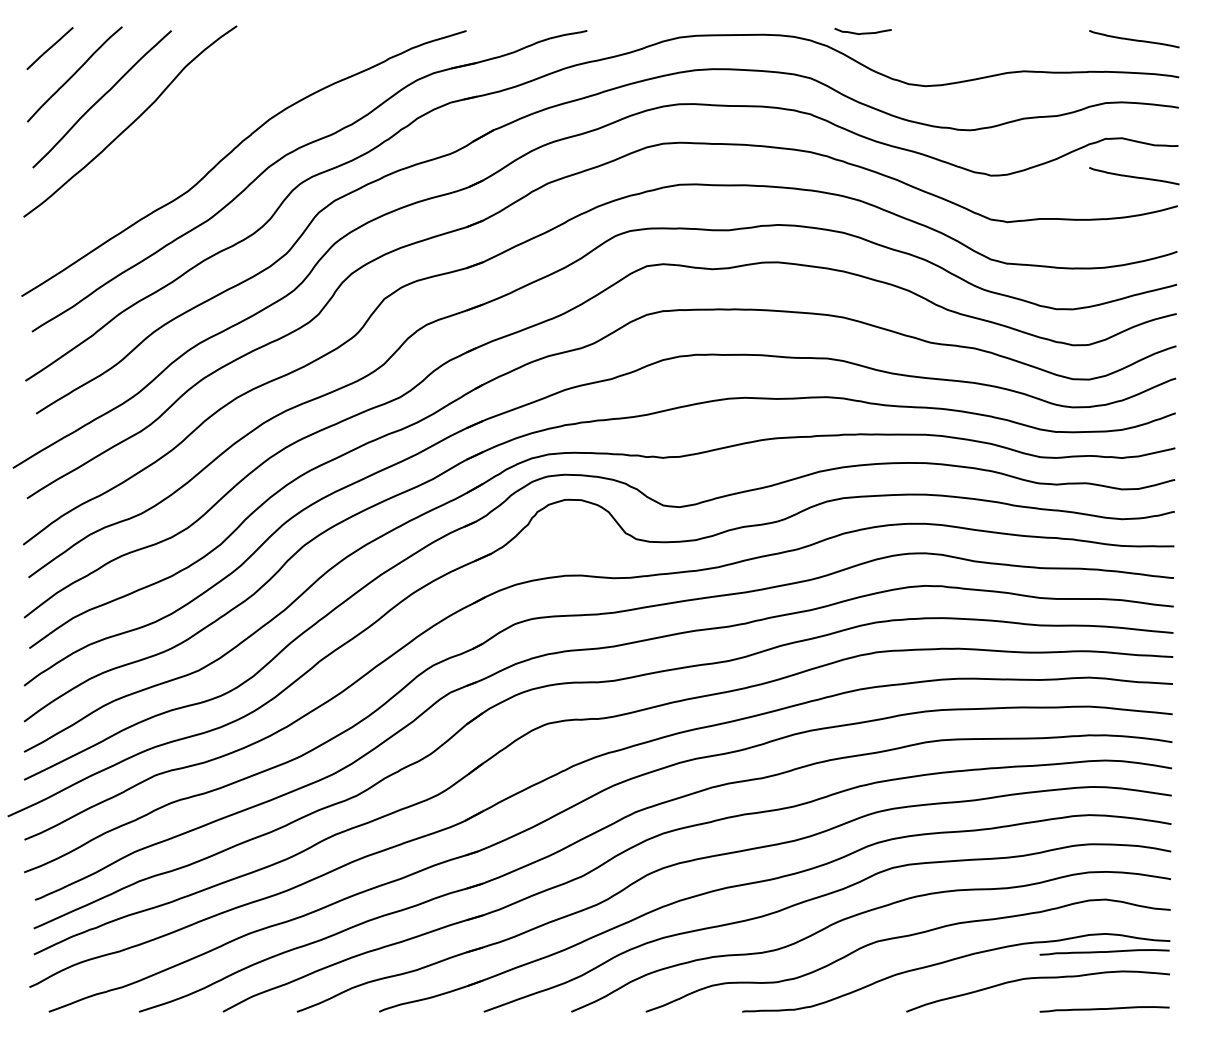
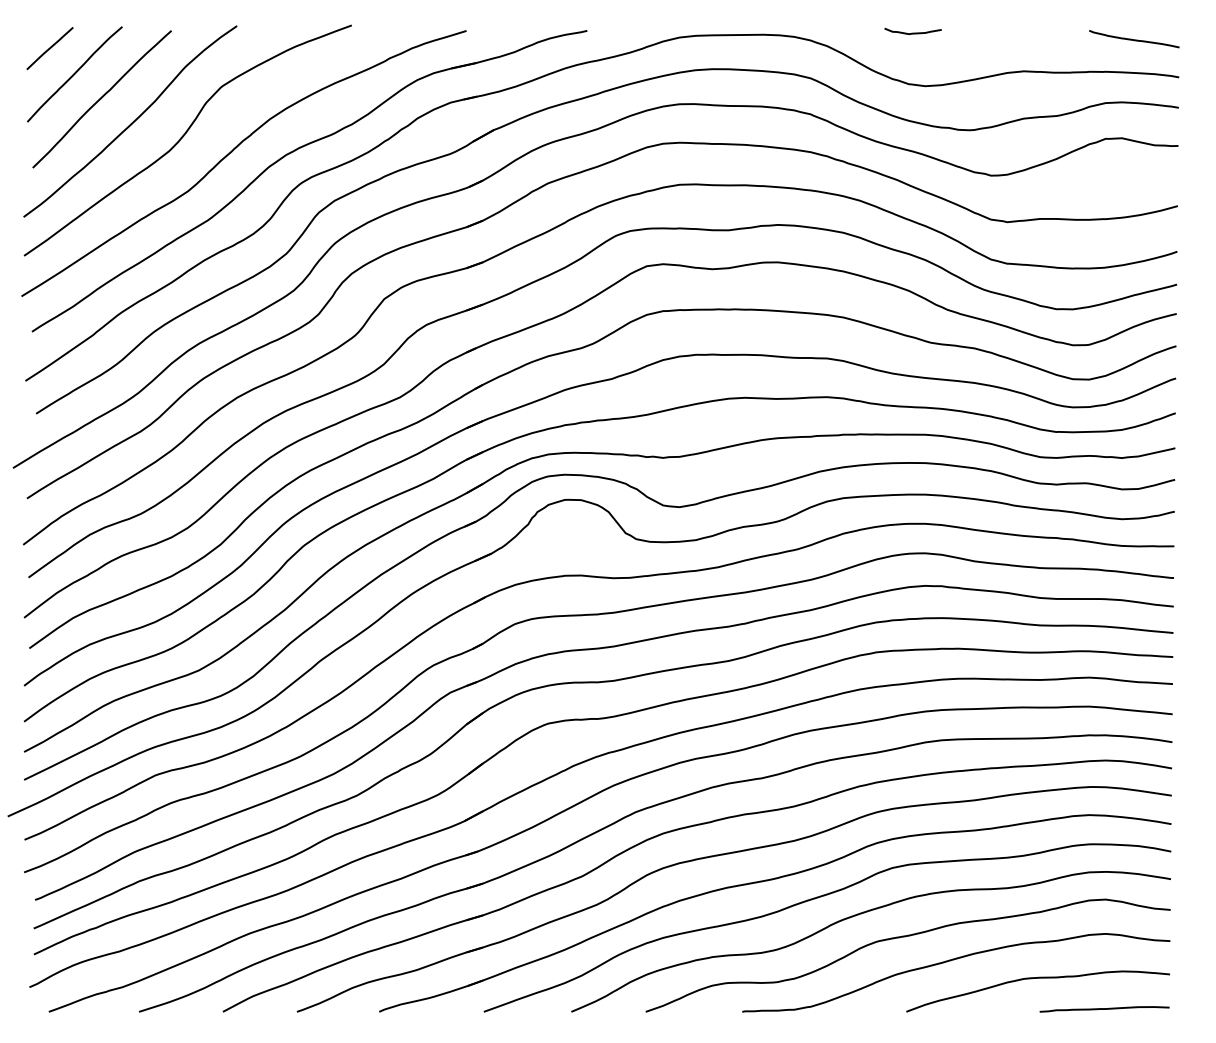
curve at (862, 32) position: (862, 32) -> (912, 32)
curve at (184, 136): none -> present
curve at (1134, 176): present -> none
curve at (1104, 952): present -> none
